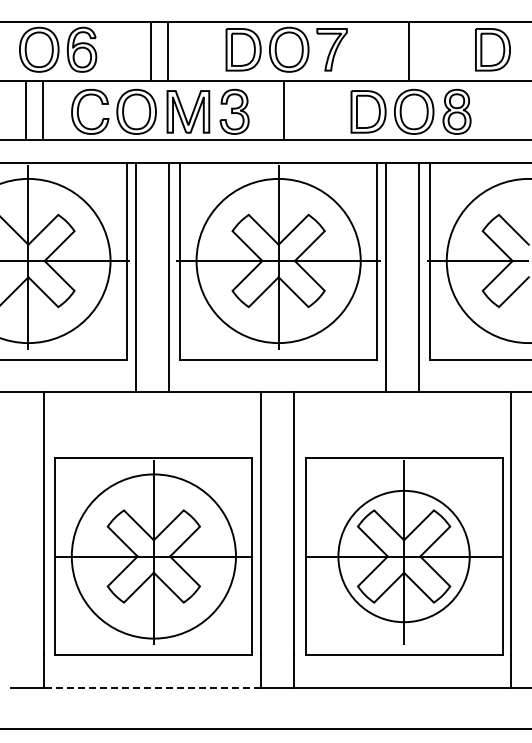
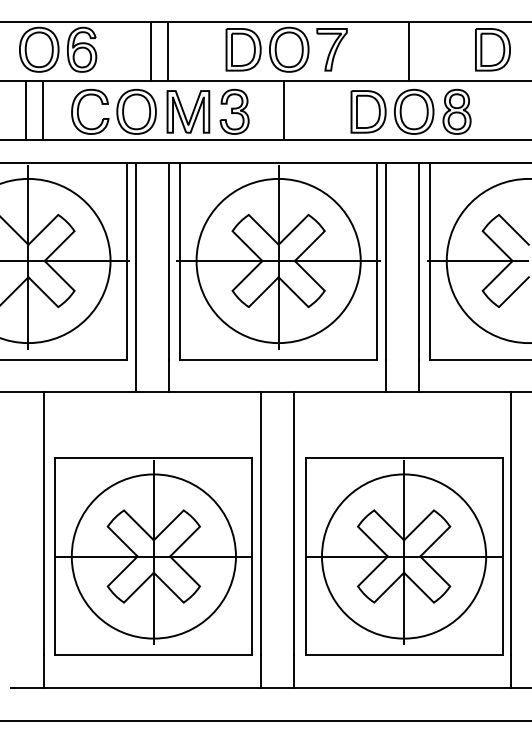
circle at (403, 556) diameter: 131 px -> 164 px
line at (152, 687): dashed -> solid
line at (265, 728) position: (265, 728) -> (265, 720)
